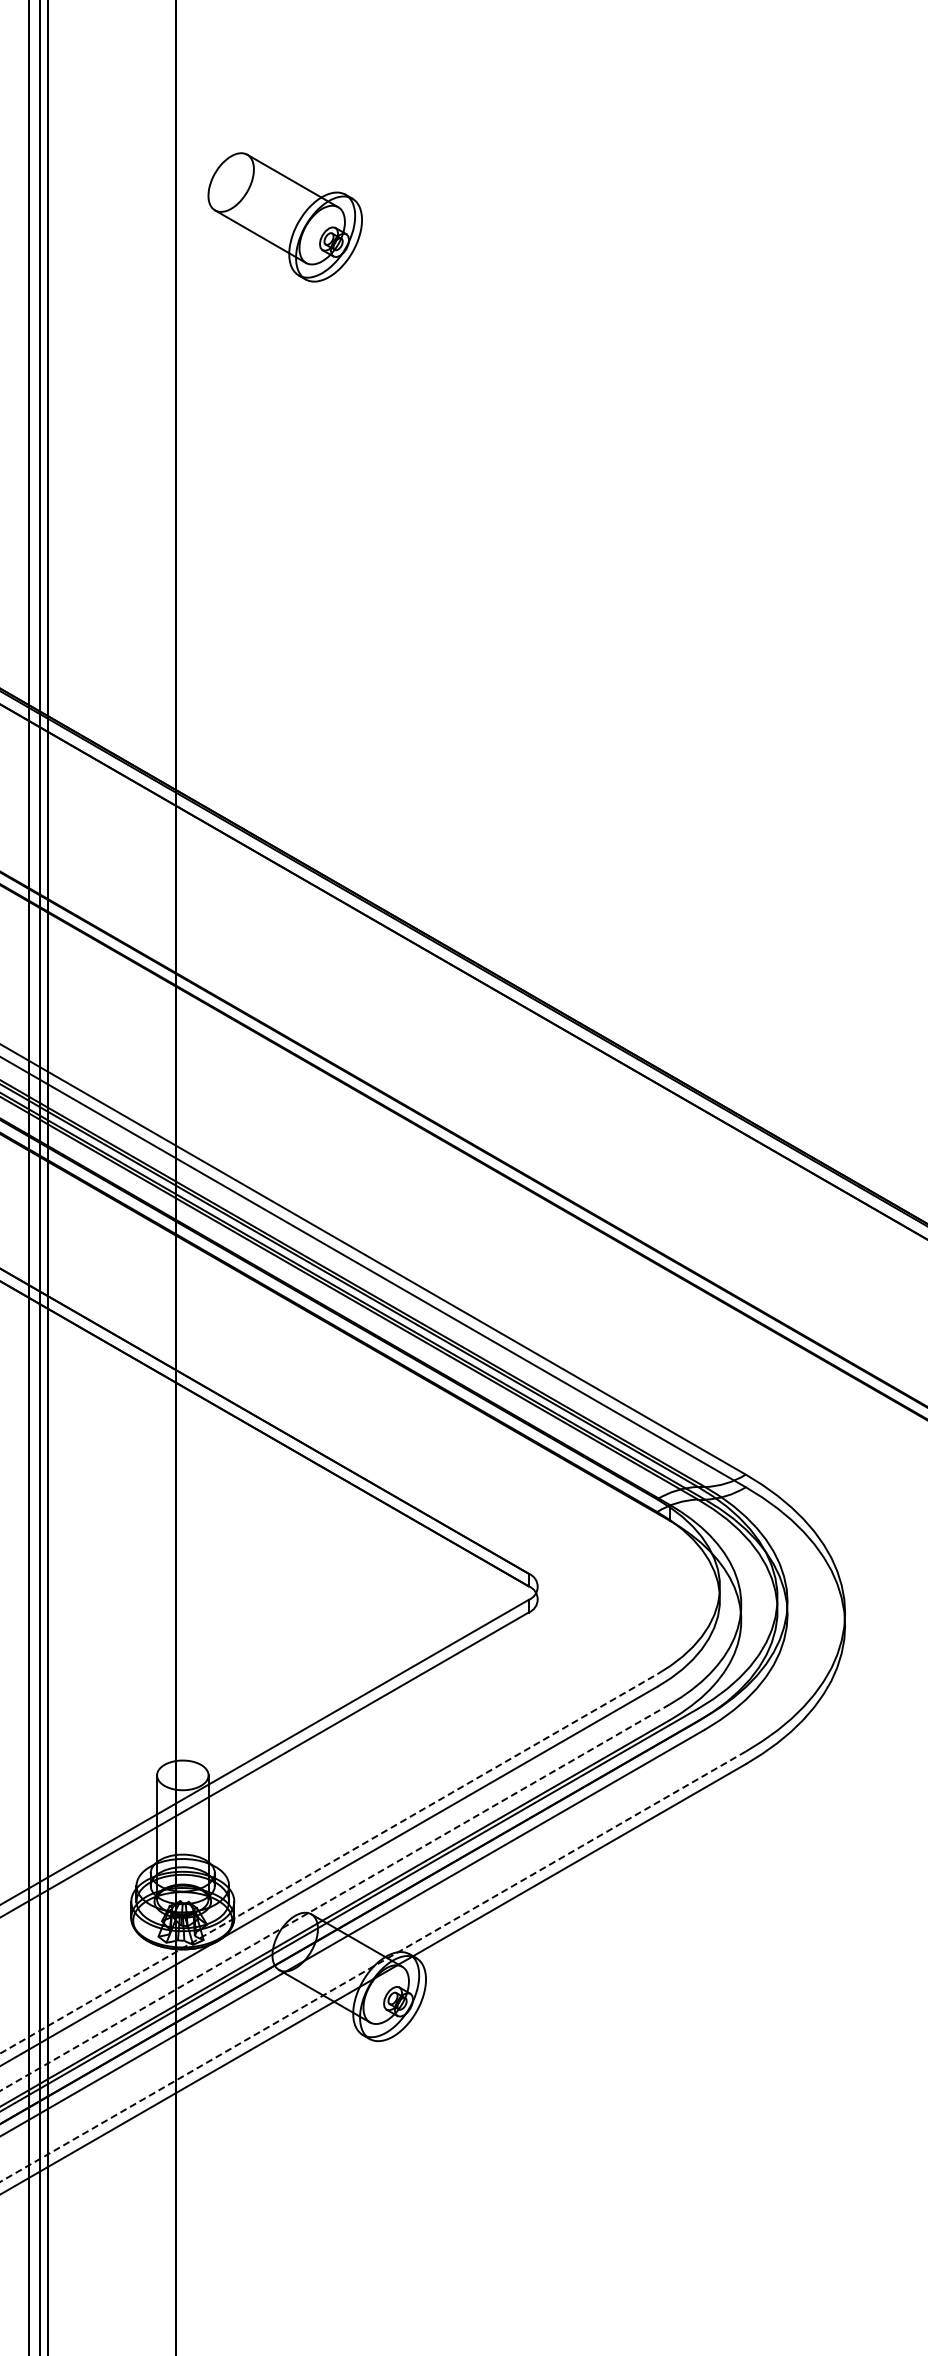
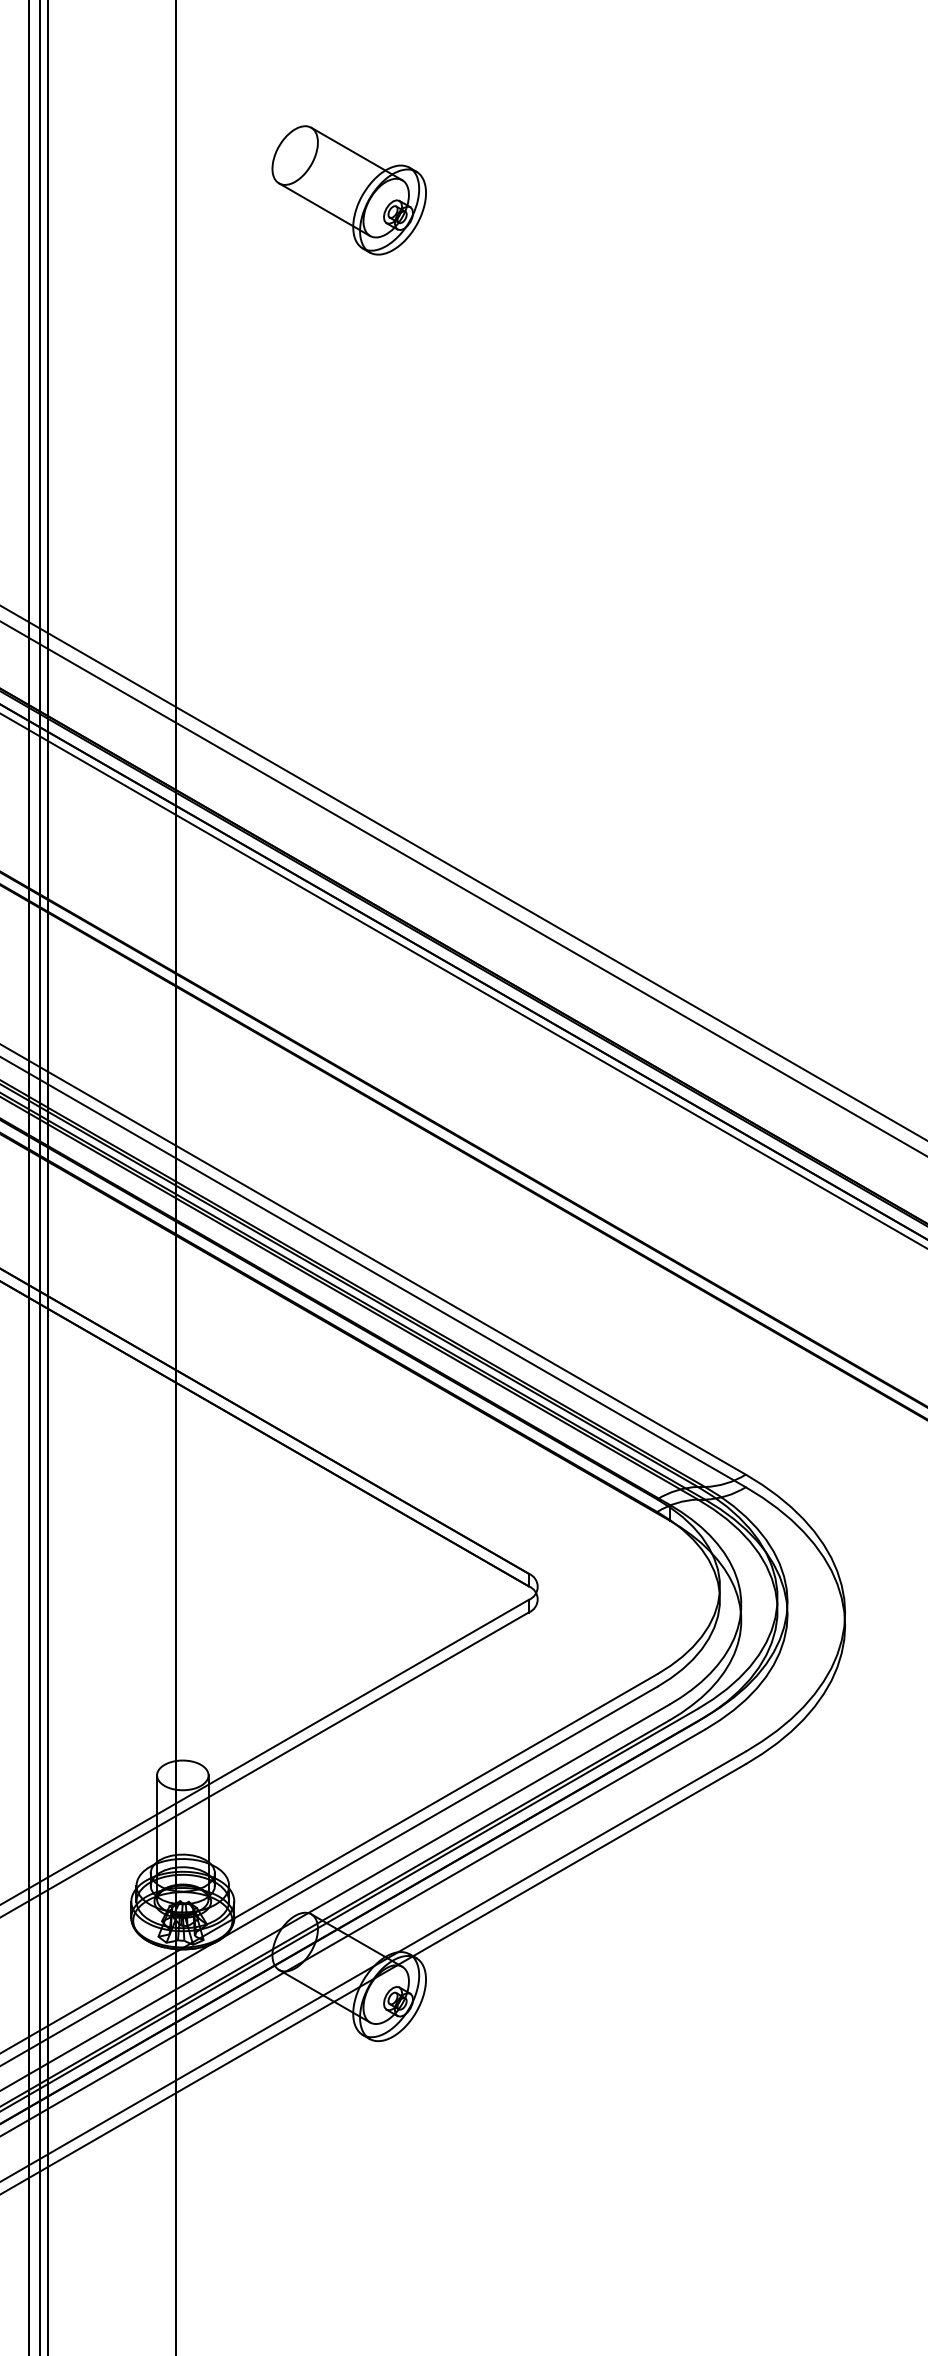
part at (284, 217) position: (284, 217) -> (348, 190)
line at (463, 872): none -> present
line at (463, 888): none -> present
line at (463, 980): none -> present
line at (329, 1863): dashed -> solid
line at (334, 1897): dashed -> solid
line at (372, 1966): dashed -> solid
